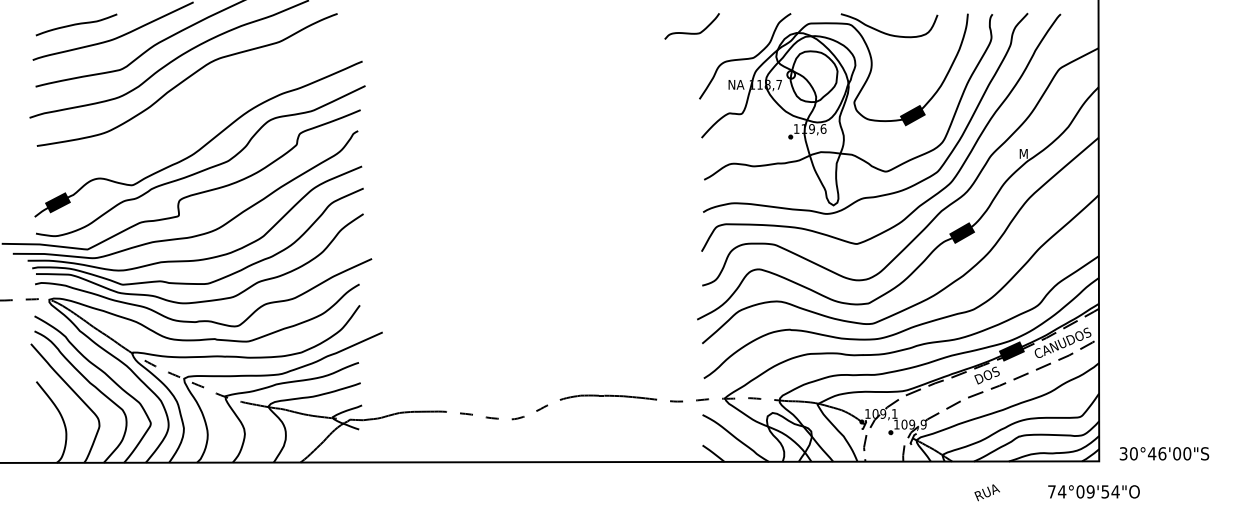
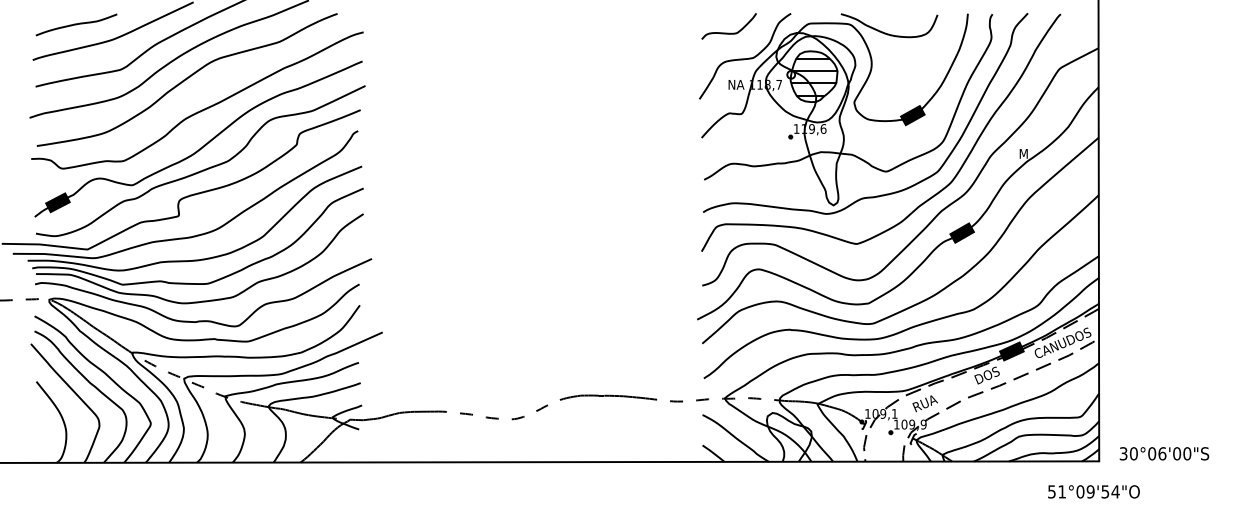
curve at (691, 32) position: (691, 32) -> (728, 32)
hatch at (814, 76): none -> present
curve at (201, 109): none -> present
text at (1151, 453): 30°46'00"S -> 30°06'00"S
text at (1057, 491): 74°09'54"O -> 51°09'54"O
text at (986, 492) position: (986, 492) -> (924, 403)
